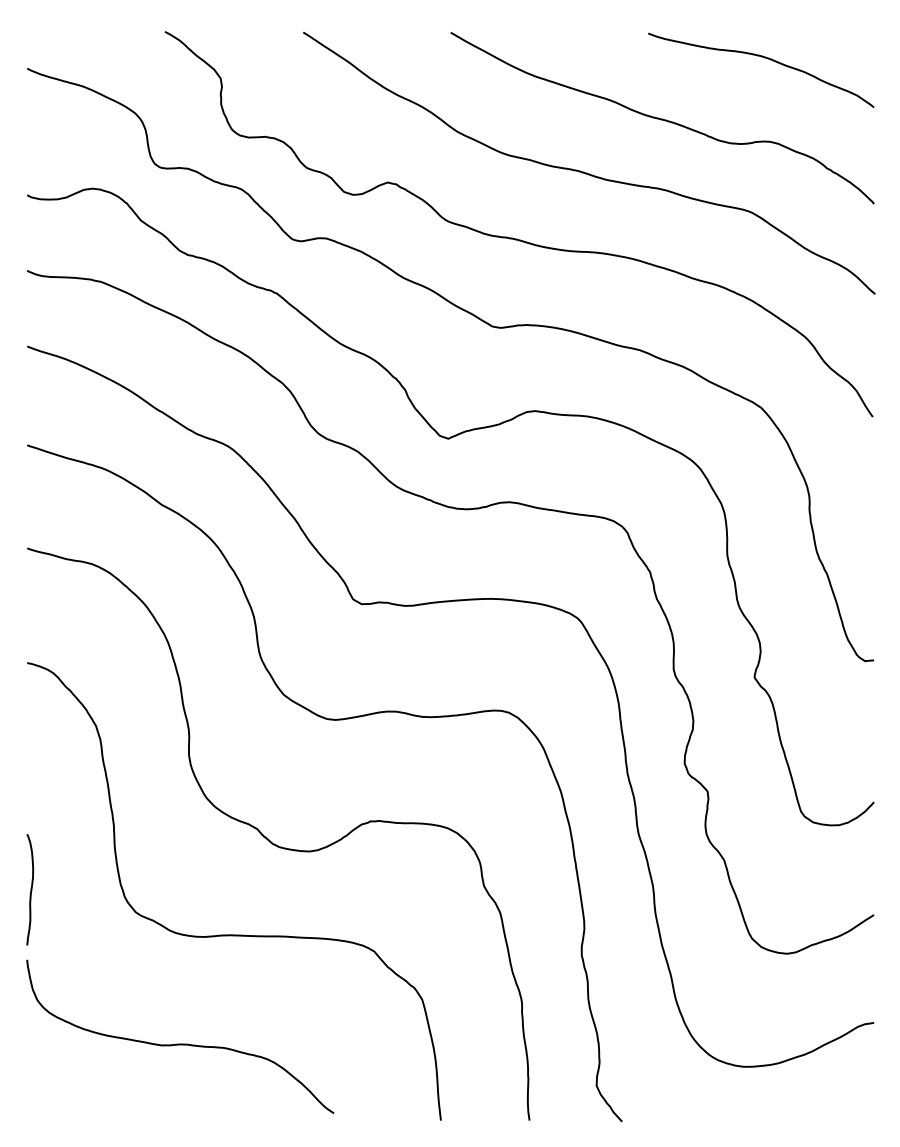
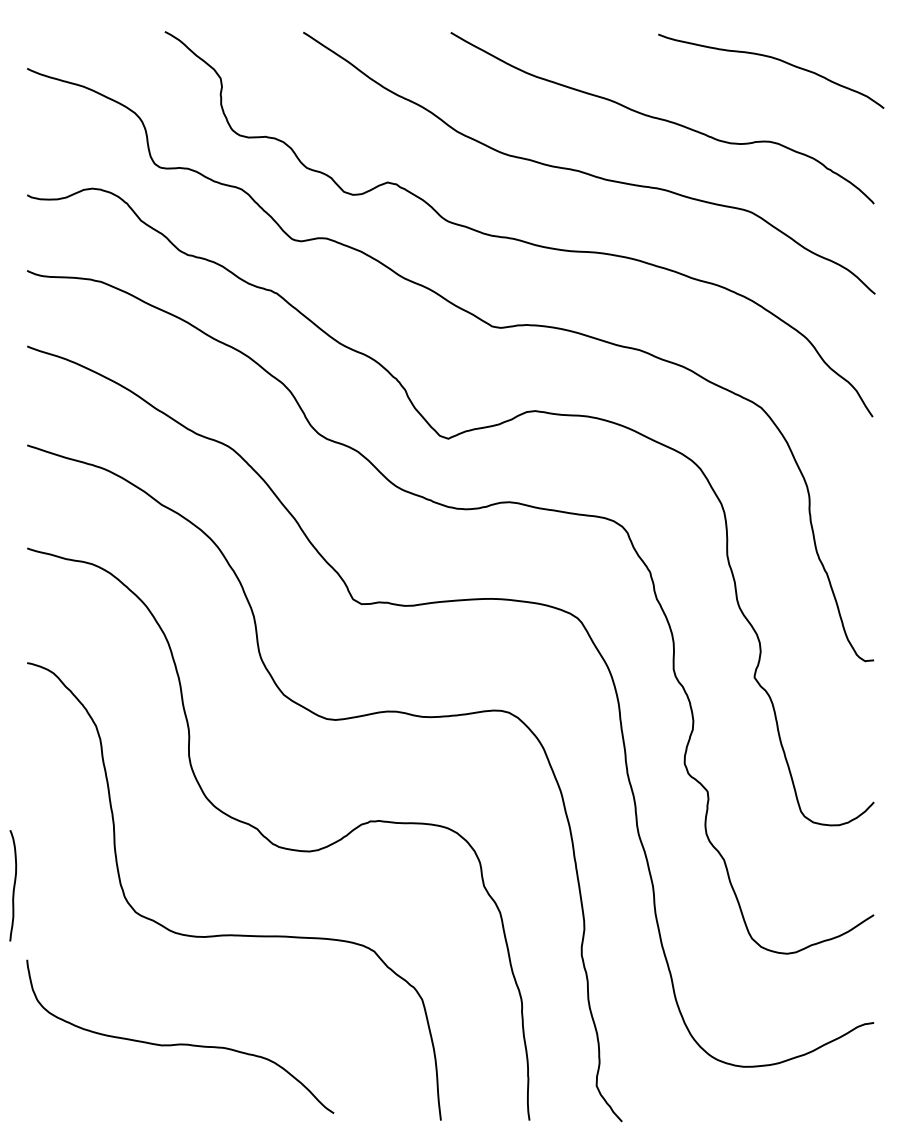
curve at (764, 58) position: (764, 58) -> (774, 59)
curve at (30, 889) position: (30, 889) -> (13, 885)
